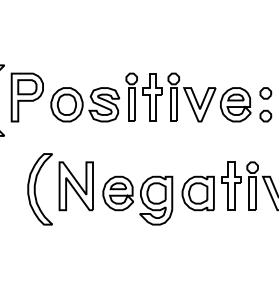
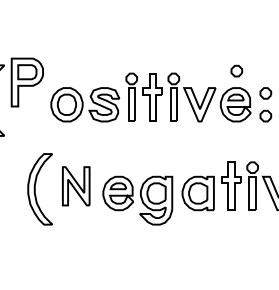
part at (236, 70): none -> present
part at (26, 97) position: (26, 97) -> (26, 82)
part at (75, 186) size: 36x51 px -> 29x41 px
